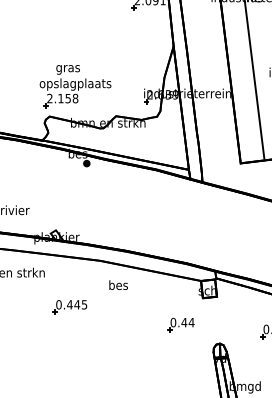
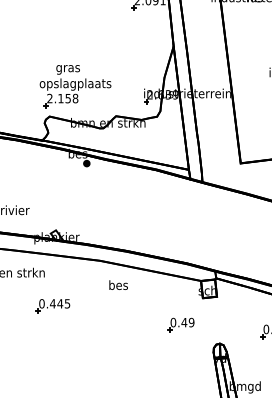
line at (254, 80): present -> none
part at (69, 307) position: (69, 307) -> (52, 306)
text at (191, 322): 0.44 -> 0.49
